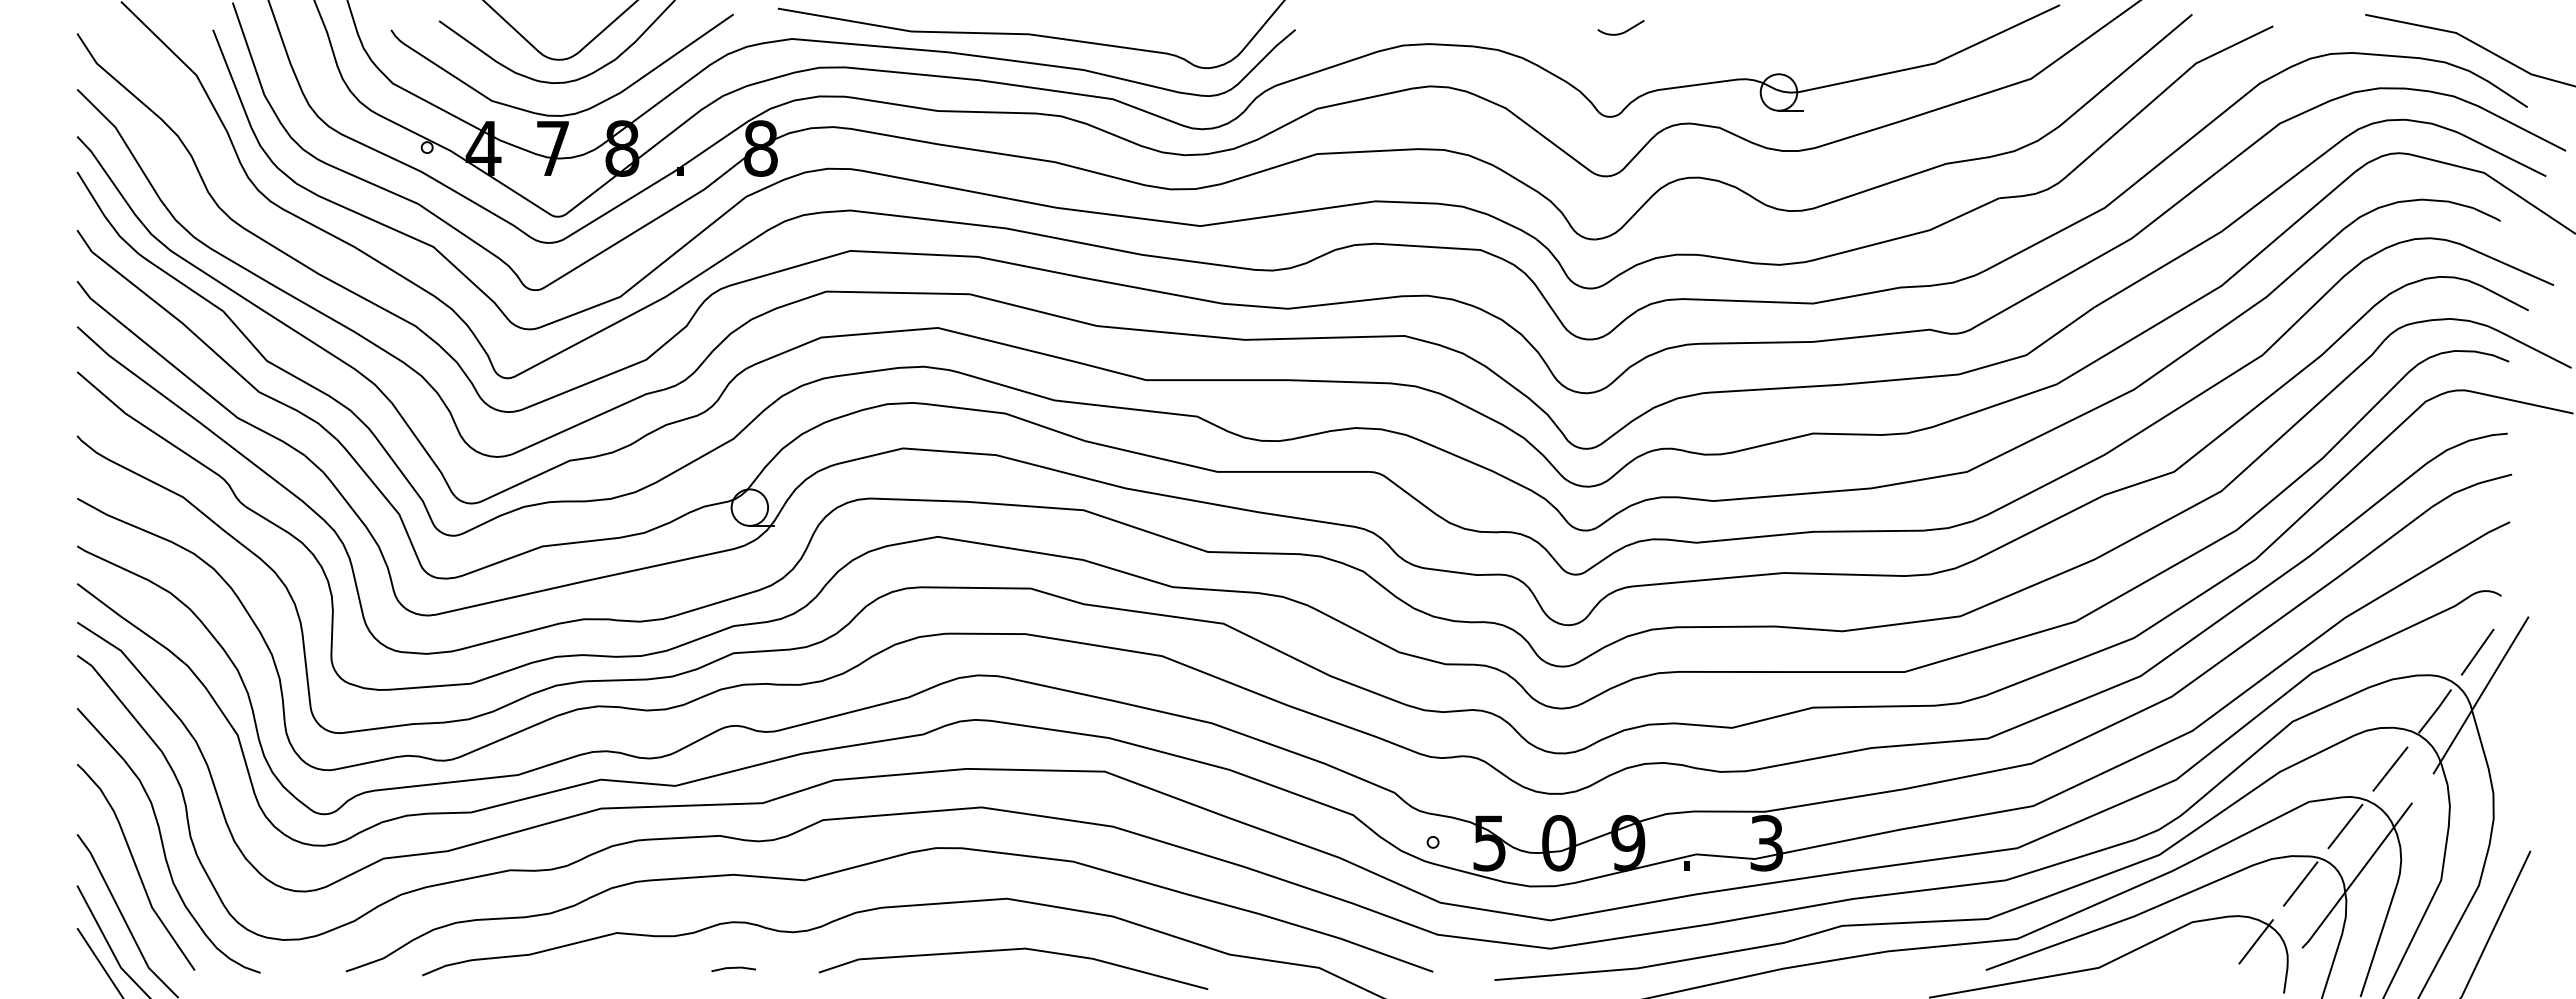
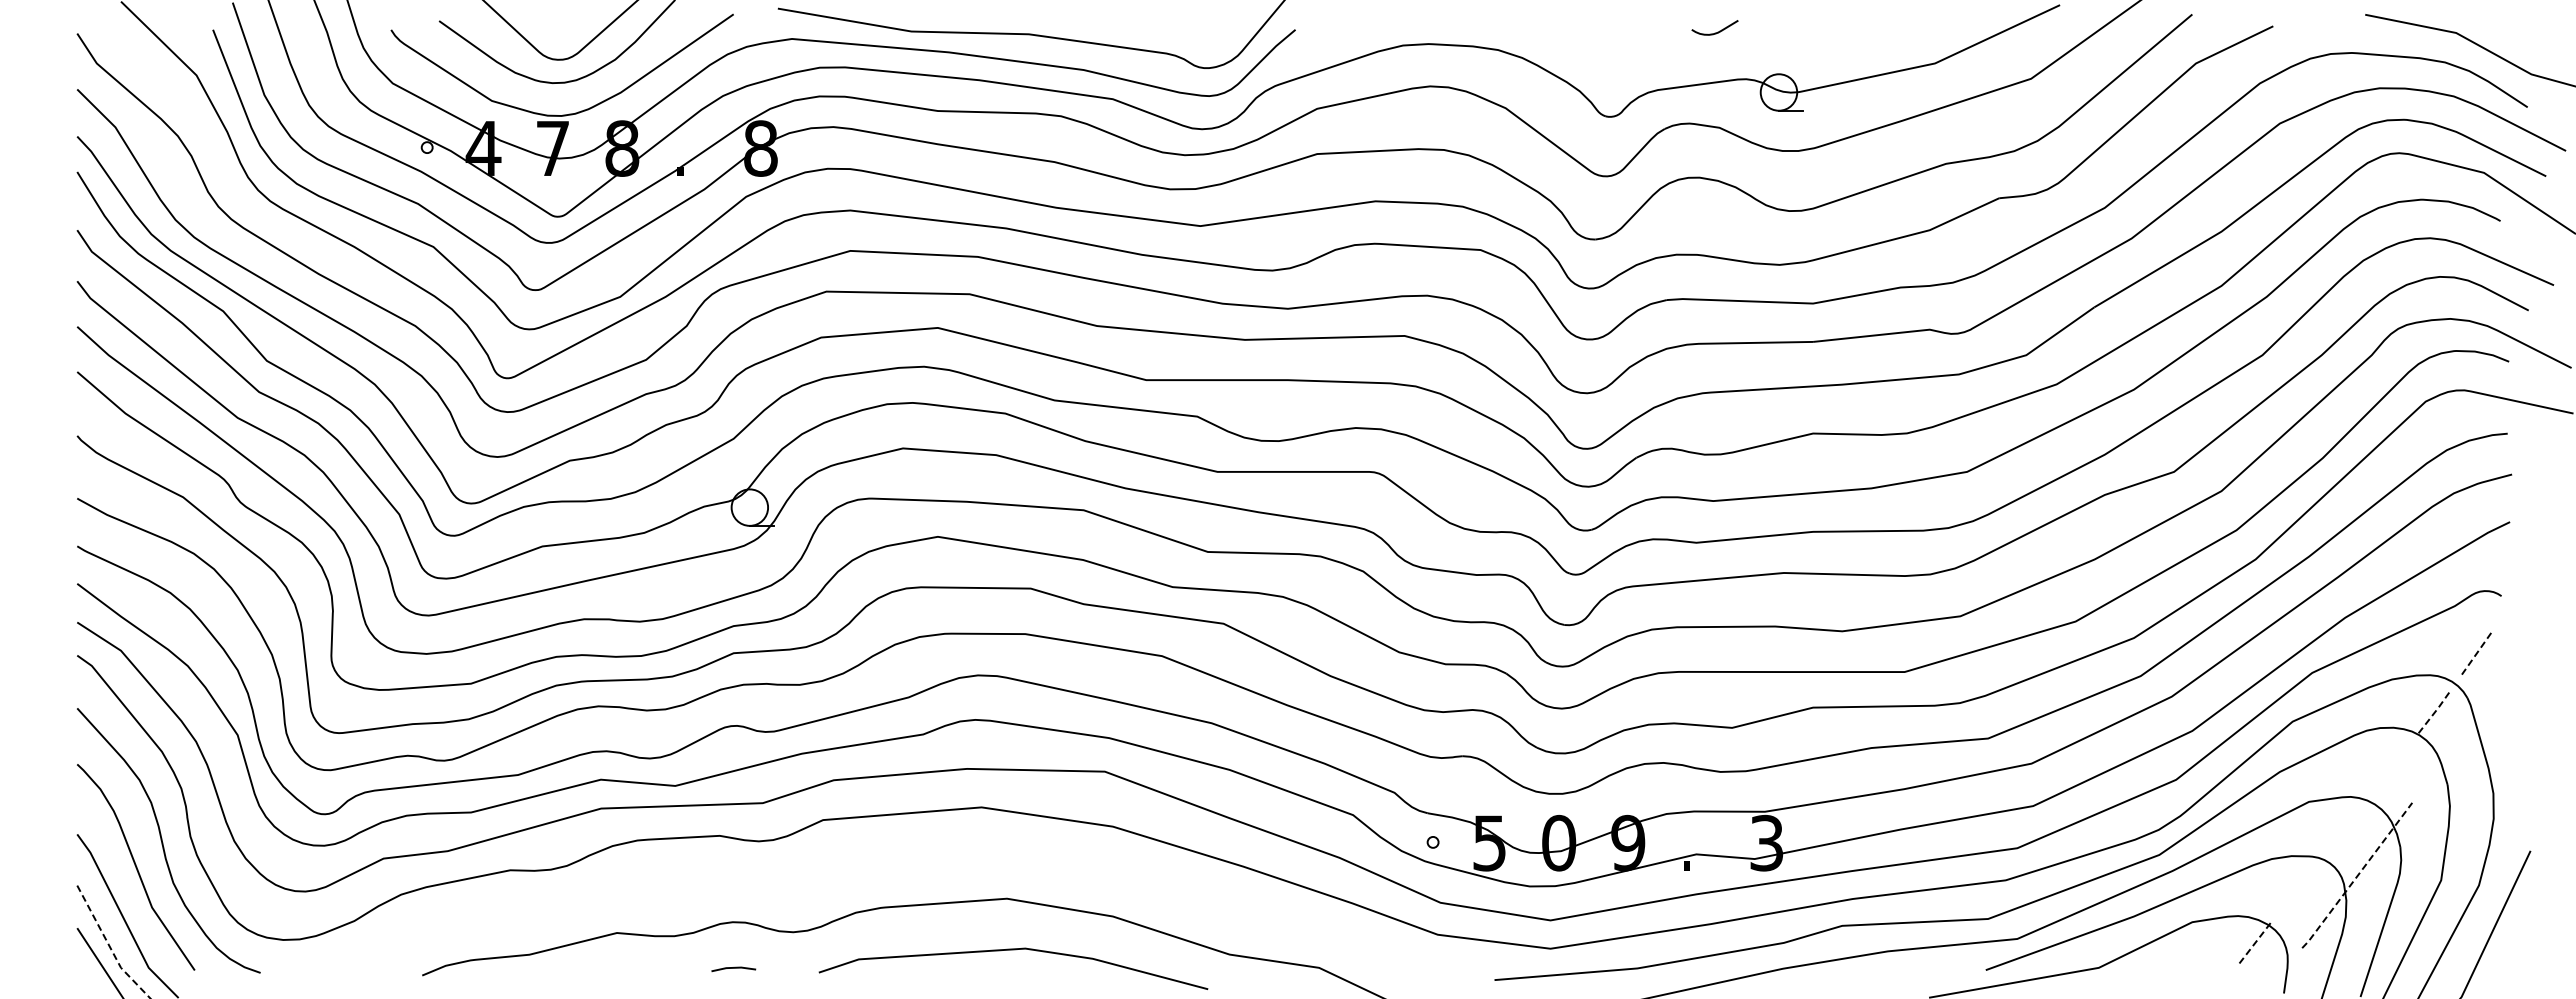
curve at (1623, 31) position: (1623, 31) -> (1717, 31)
line at (2477, 651): solid -> dashed
line at (2480, 695): present -> none
line at (2435, 711): solid -> dashed
line at (2390, 768): present -> none
line at (2345, 826): present -> none
curve at (877, 862): present -> none
line at (2357, 876): solid -> dashed
line at (2300, 883): present -> none
line at (2256, 941): solid -> dashed
line at (109, 945): solid -> dashed
